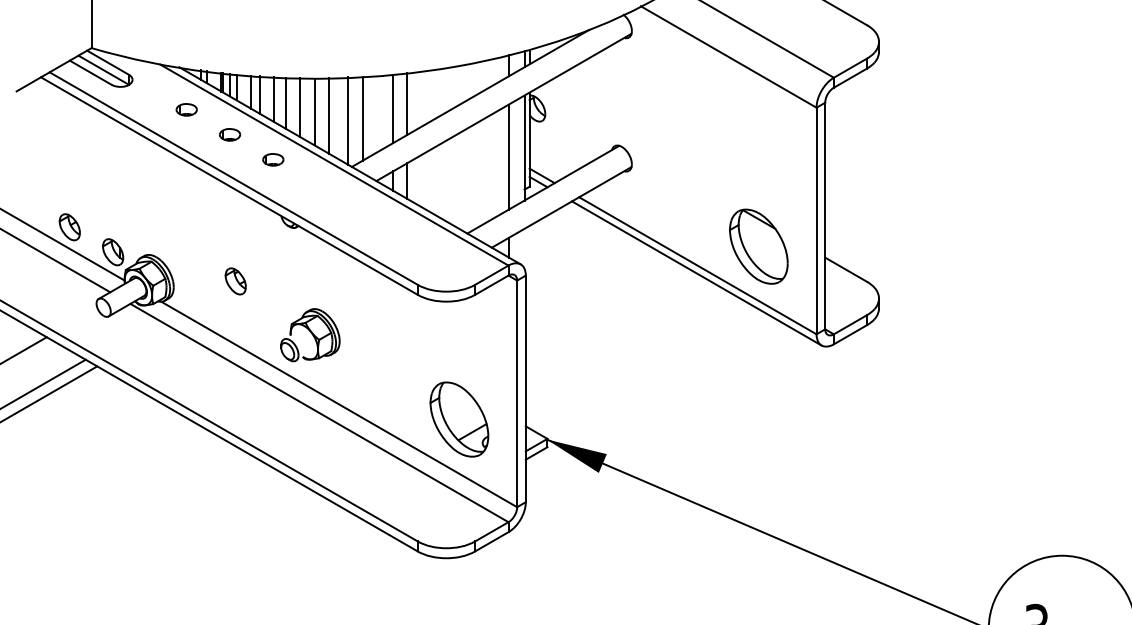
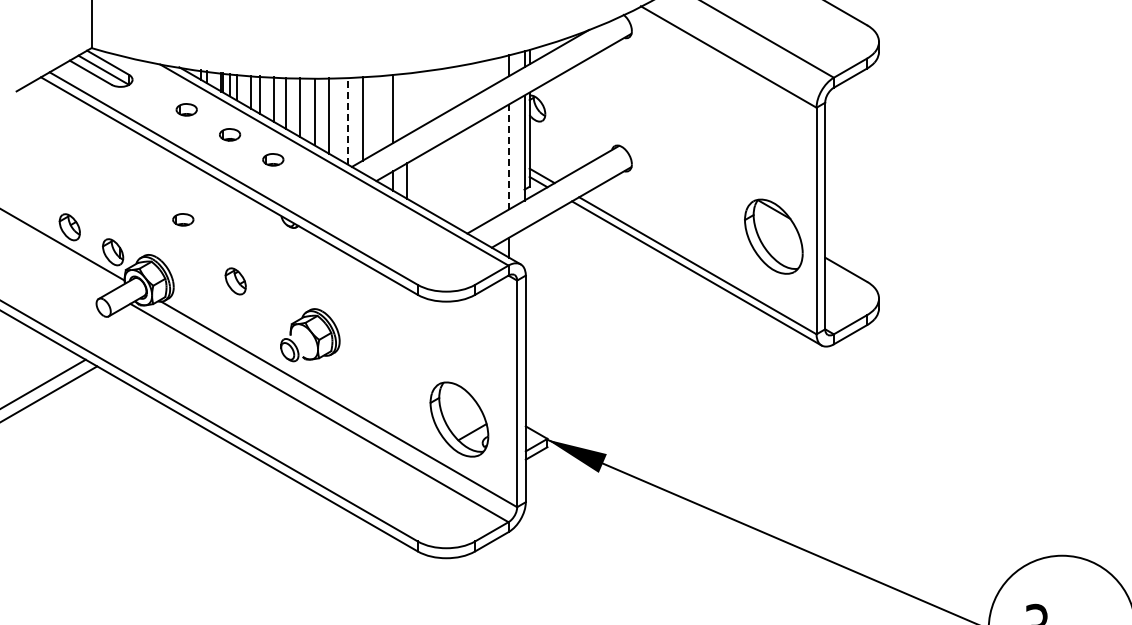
line at (407, 103): present -> none
line at (348, 121): solid -> dashed
line at (508, 157): solid -> dashed
part at (183, 219): none -> present
part at (758, 246) position: (758, 246) -> (773, 236)
line at (56, 261): present -> none
line at (24, 349): present -> none
